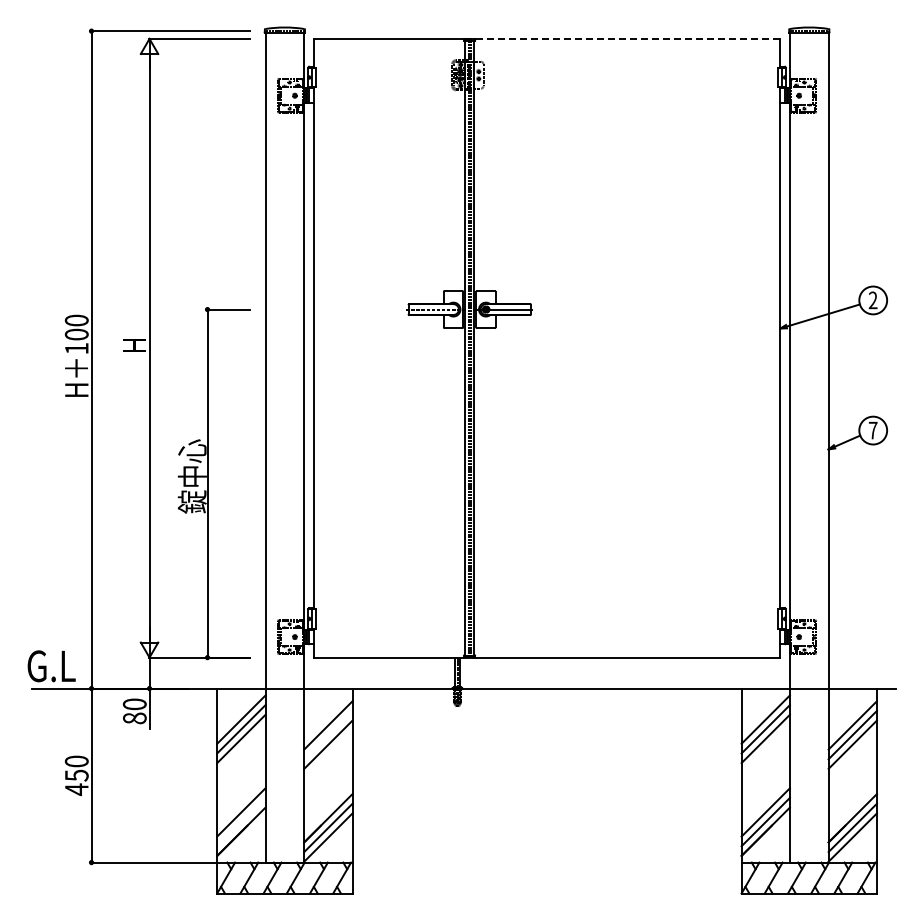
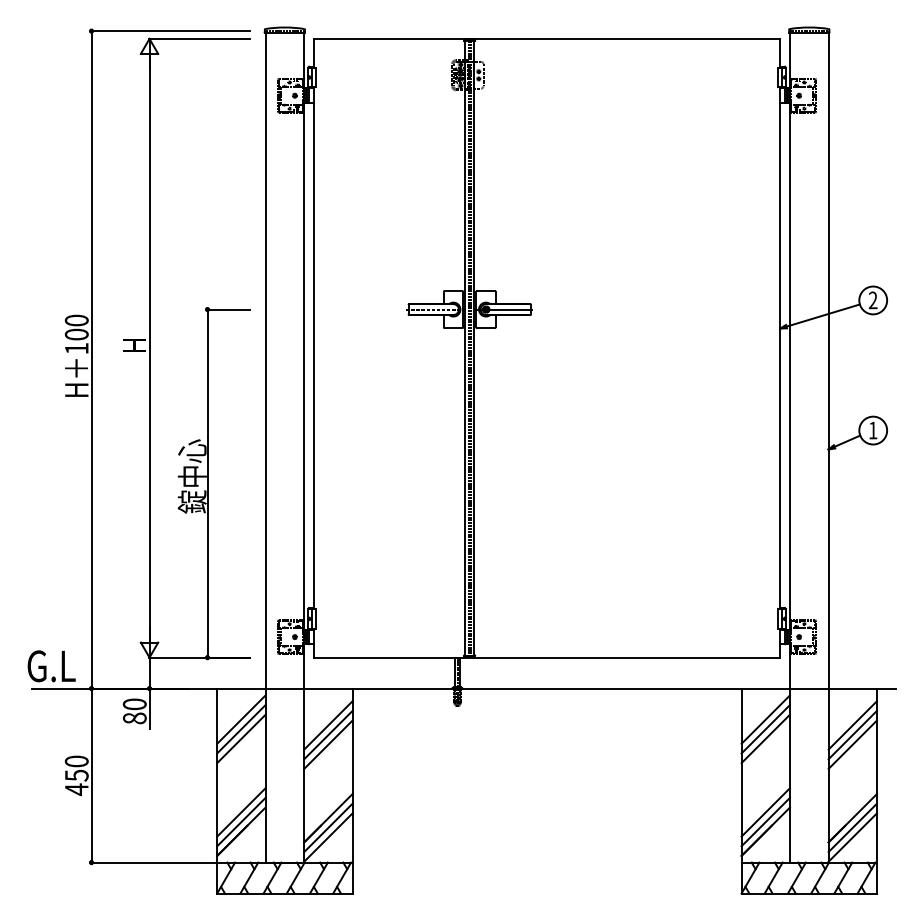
line at (625, 38): dashed -> solid
text at (872, 430): 7 -> 1
line at (328, 734): none -> present
line at (241, 821): none -> present
